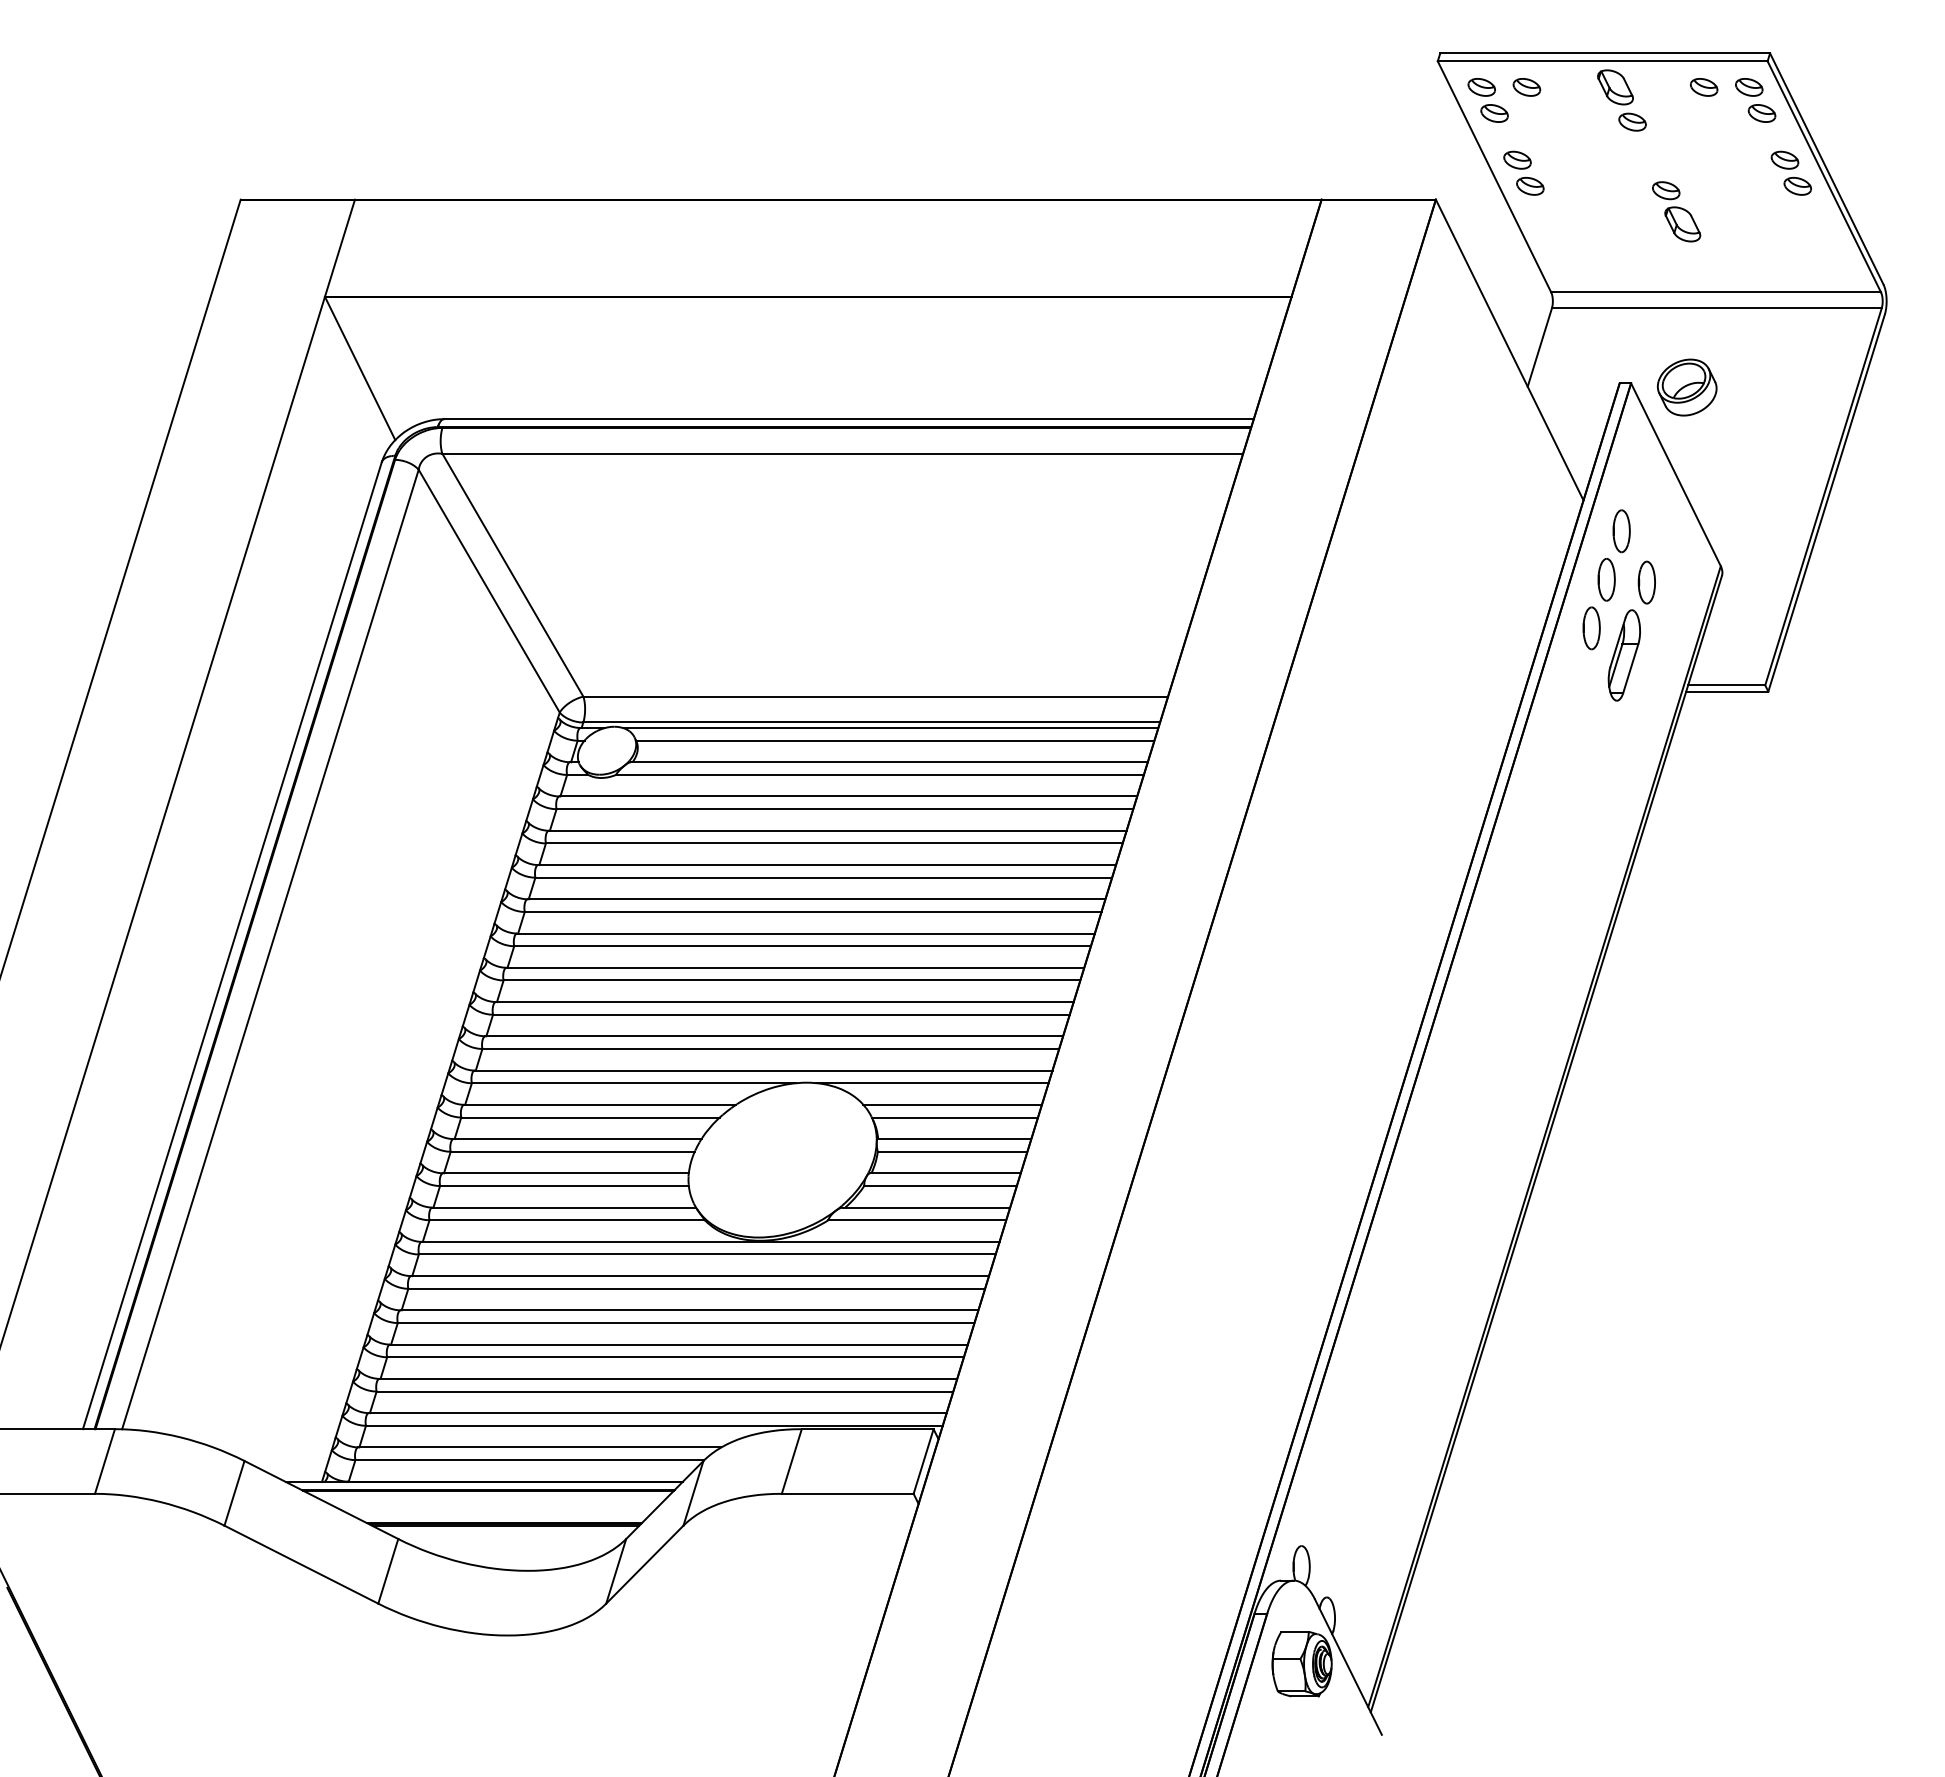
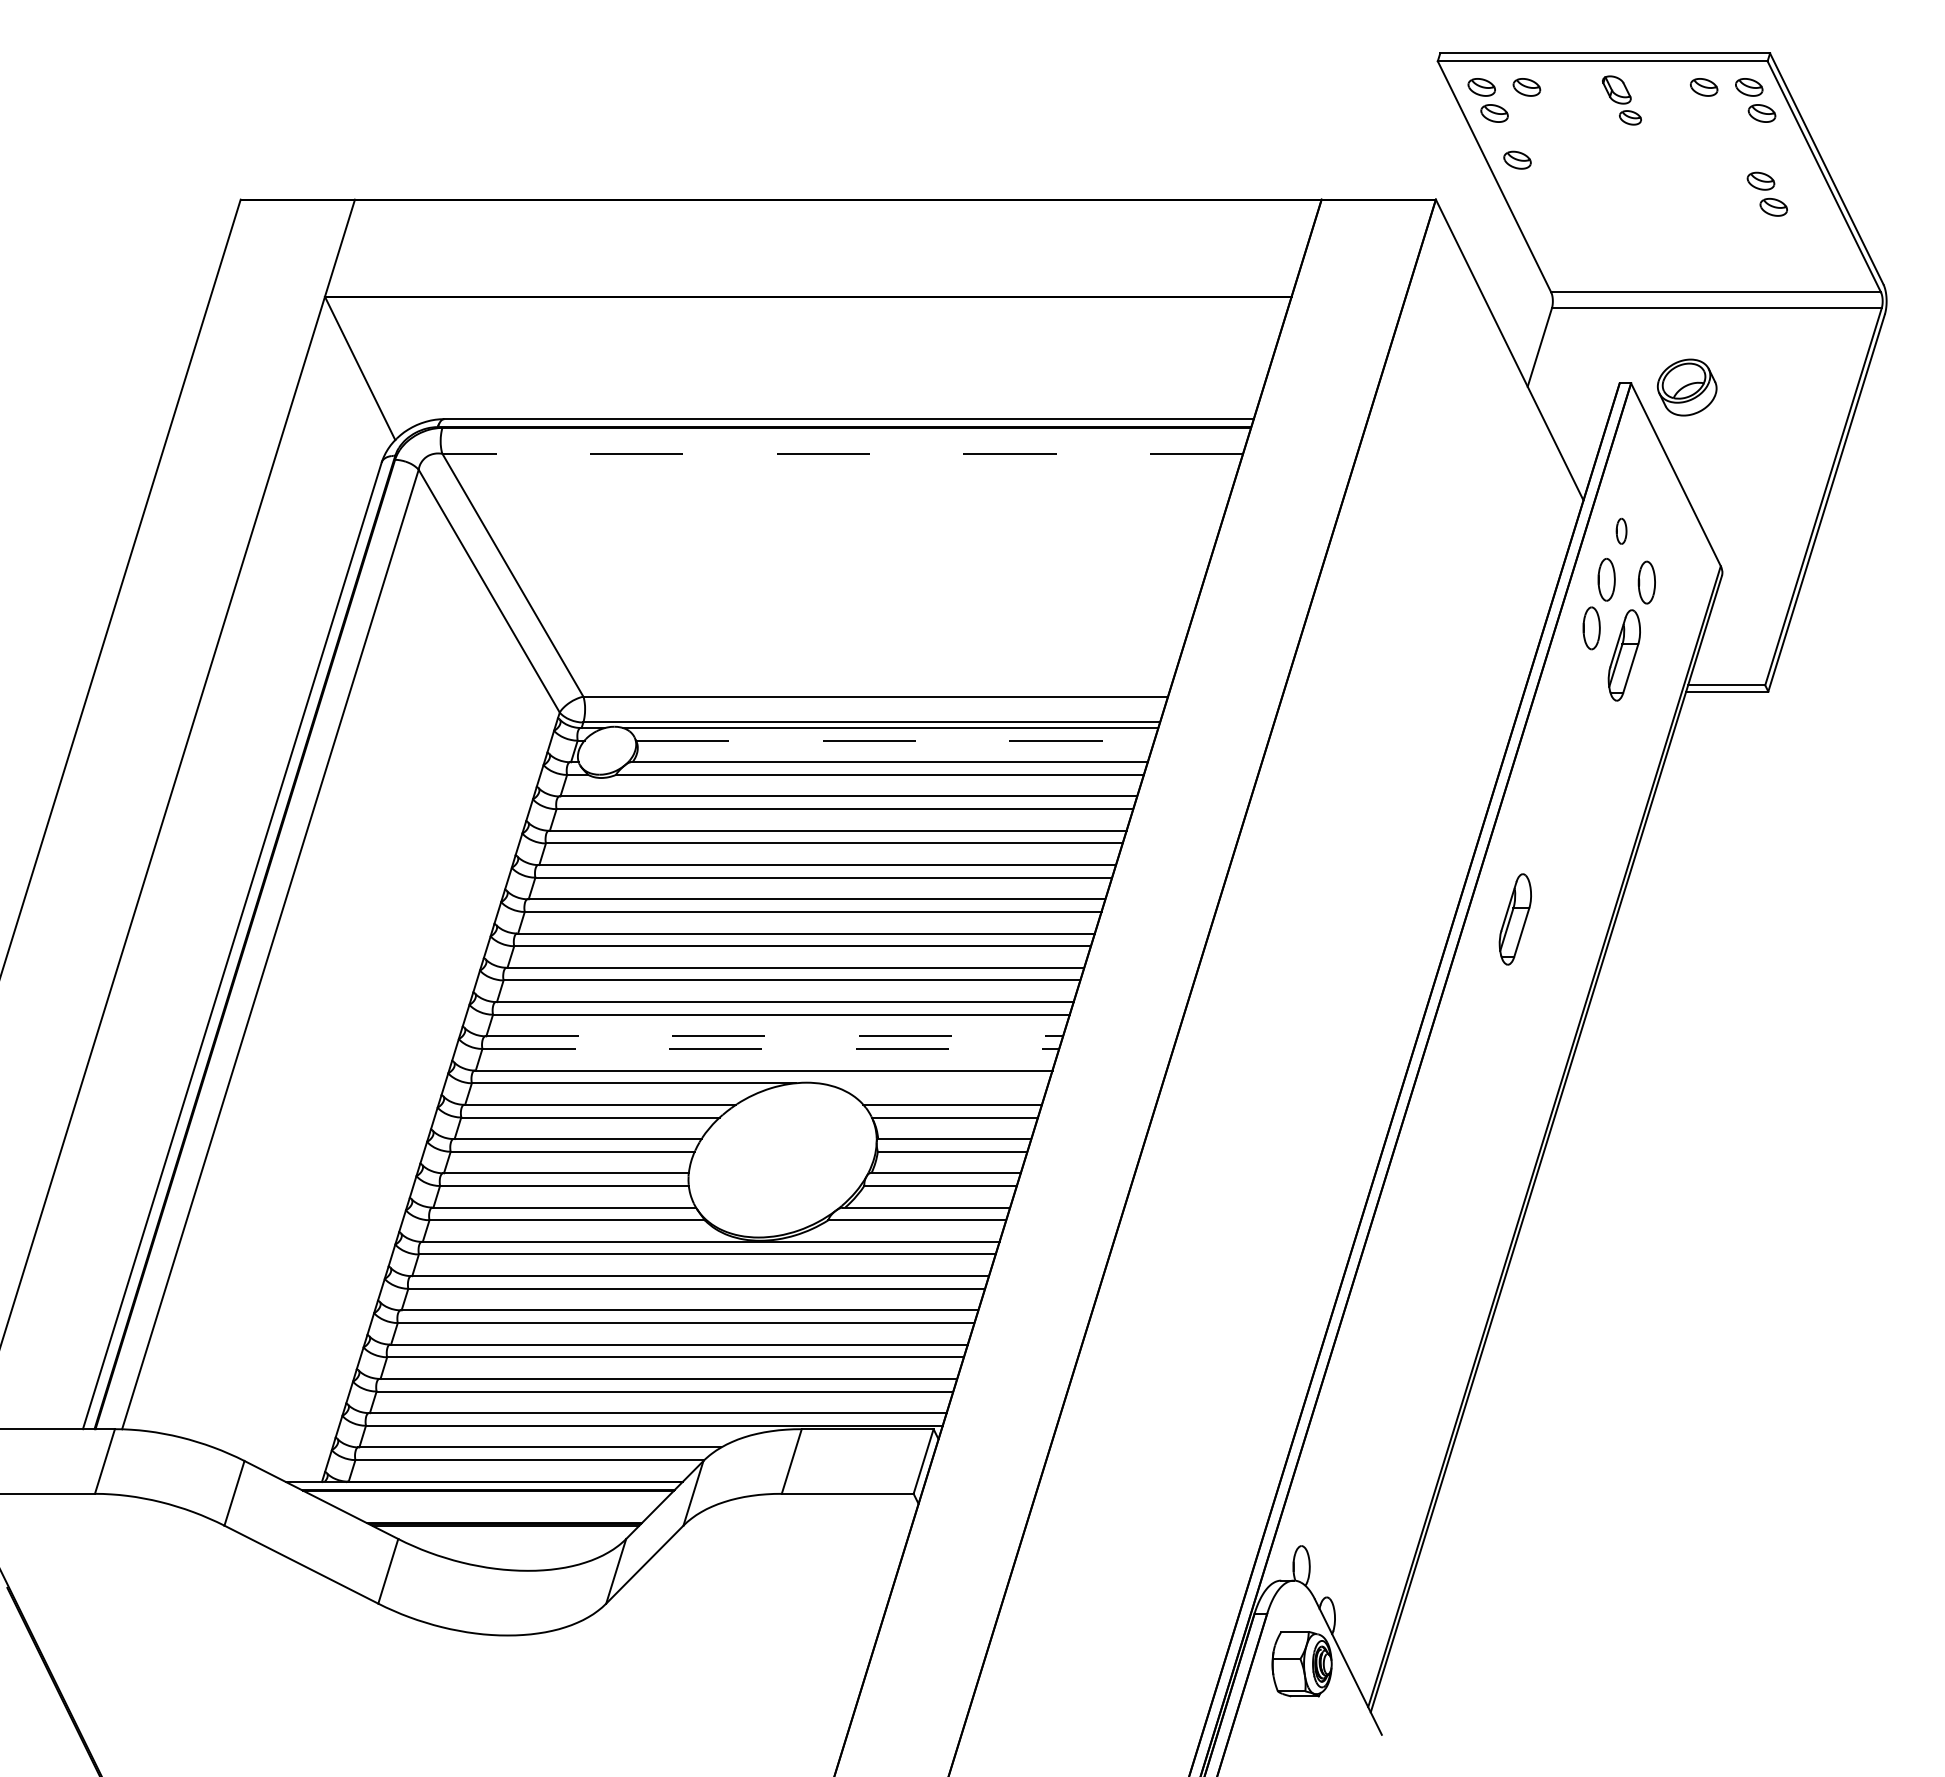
part at (1621, 100) size: 50x63 px -> 40x51 px
part at (1790, 172) position: (1790, 172) -> (1766, 193)
part at (1530, 186): present -> none
part at (1676, 211): present -> none
line at (842, 453): solid -> dashed
part at (1621, 531) size: 19x45 px -> 13x28 px
line at (895, 740): solid -> dashed
part at (1514, 919): none -> present
line at (774, 1036): solid -> dashed
line at (771, 1048): solid -> dashed
line at (932, 1083): present -> none
